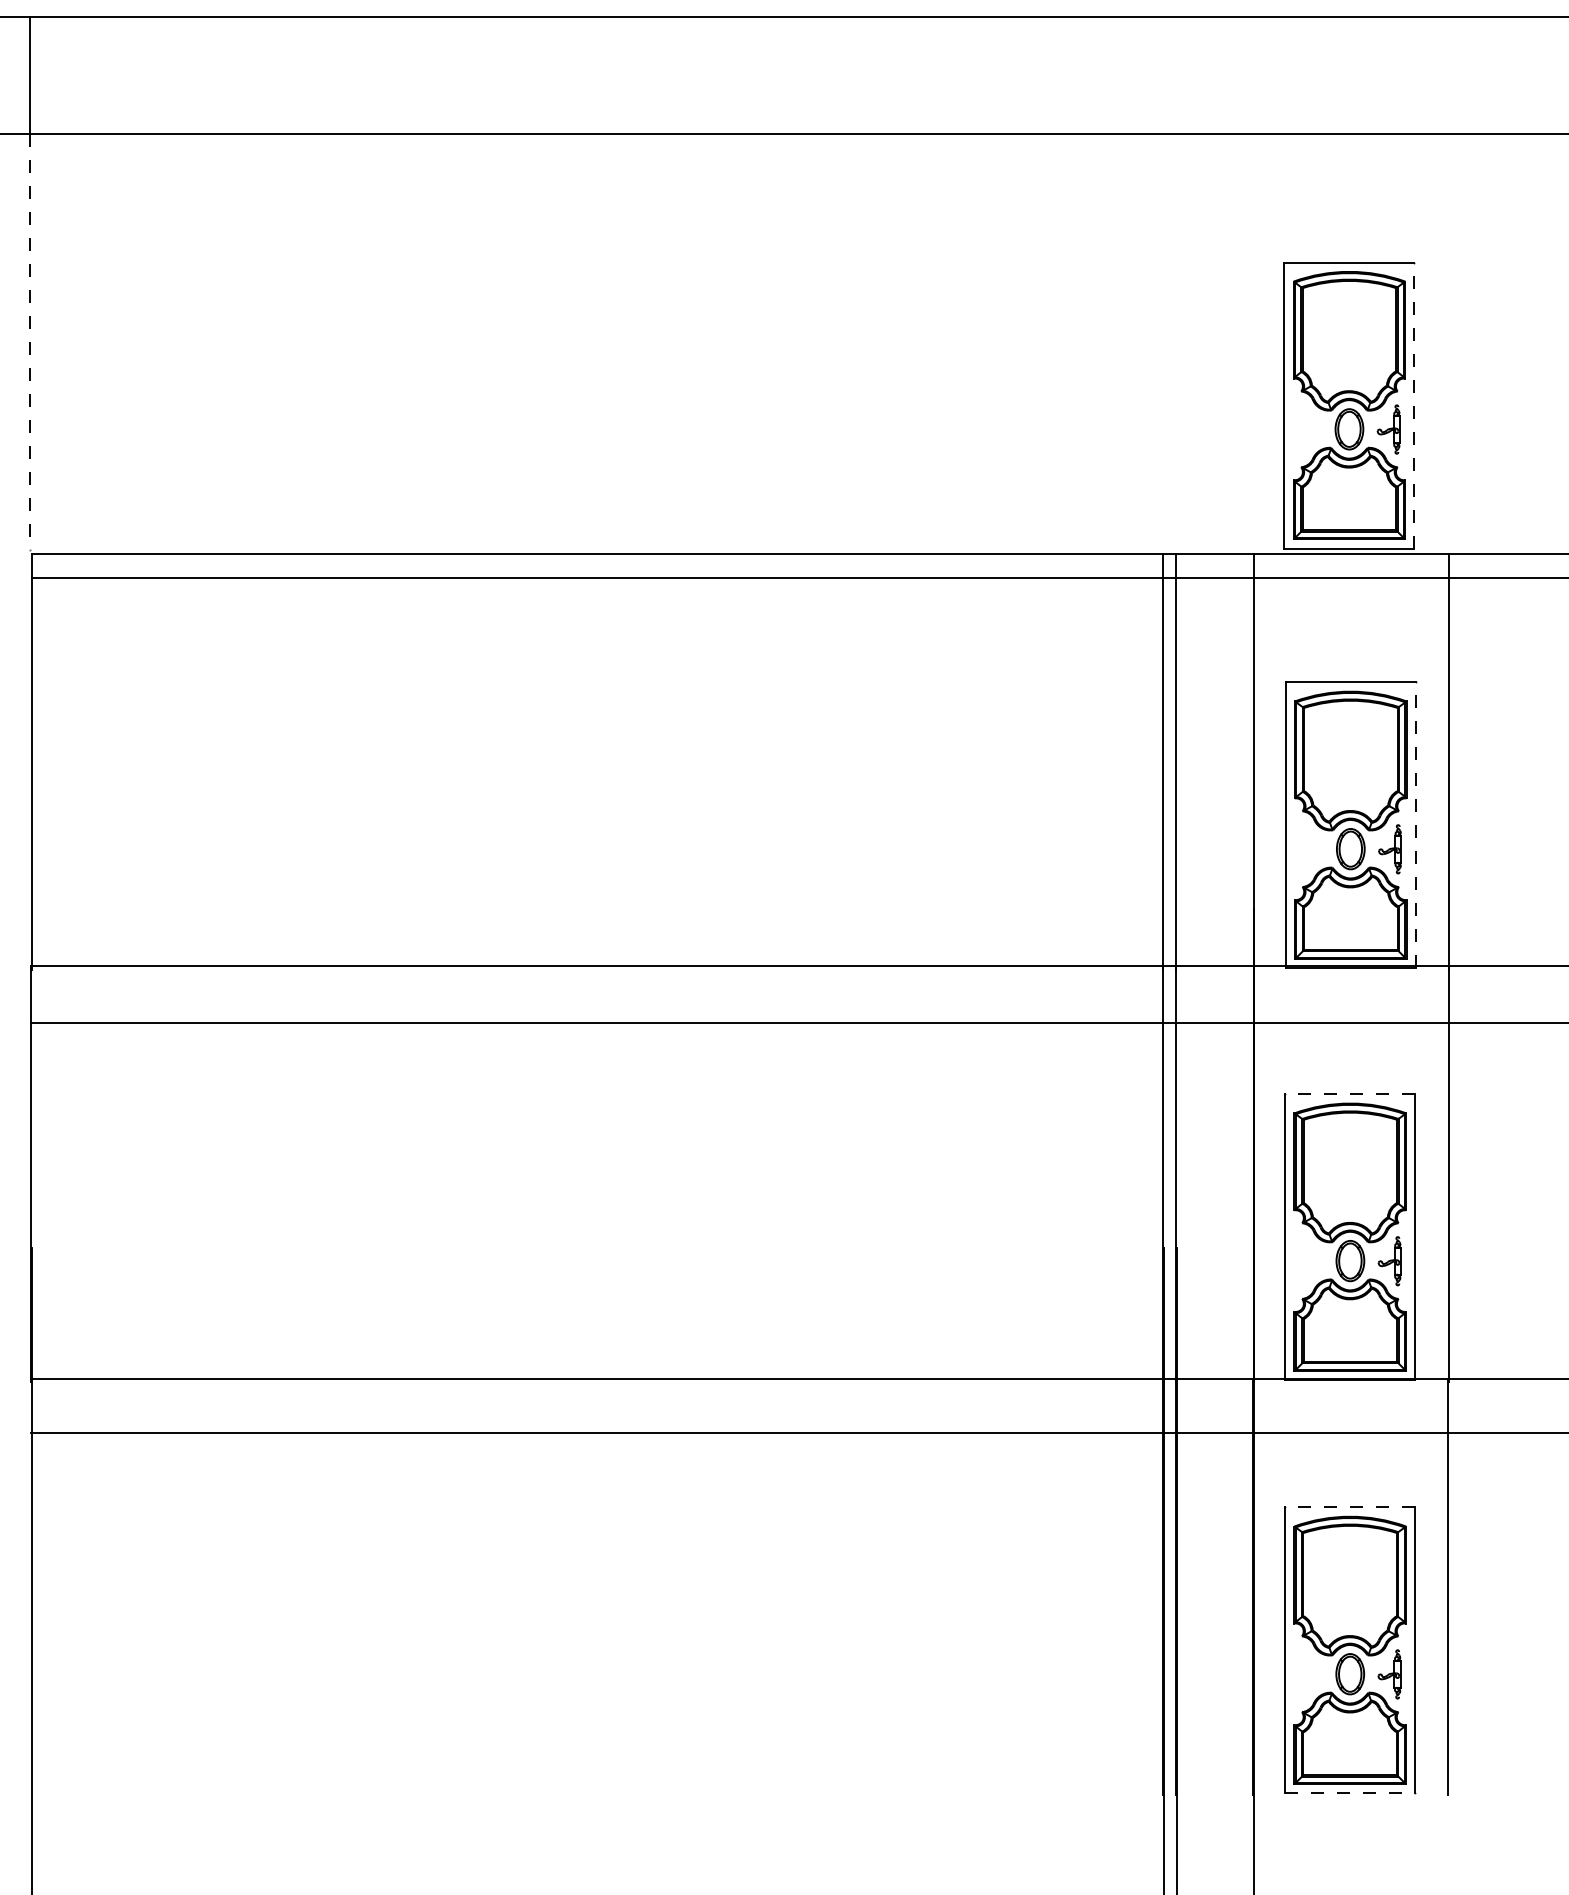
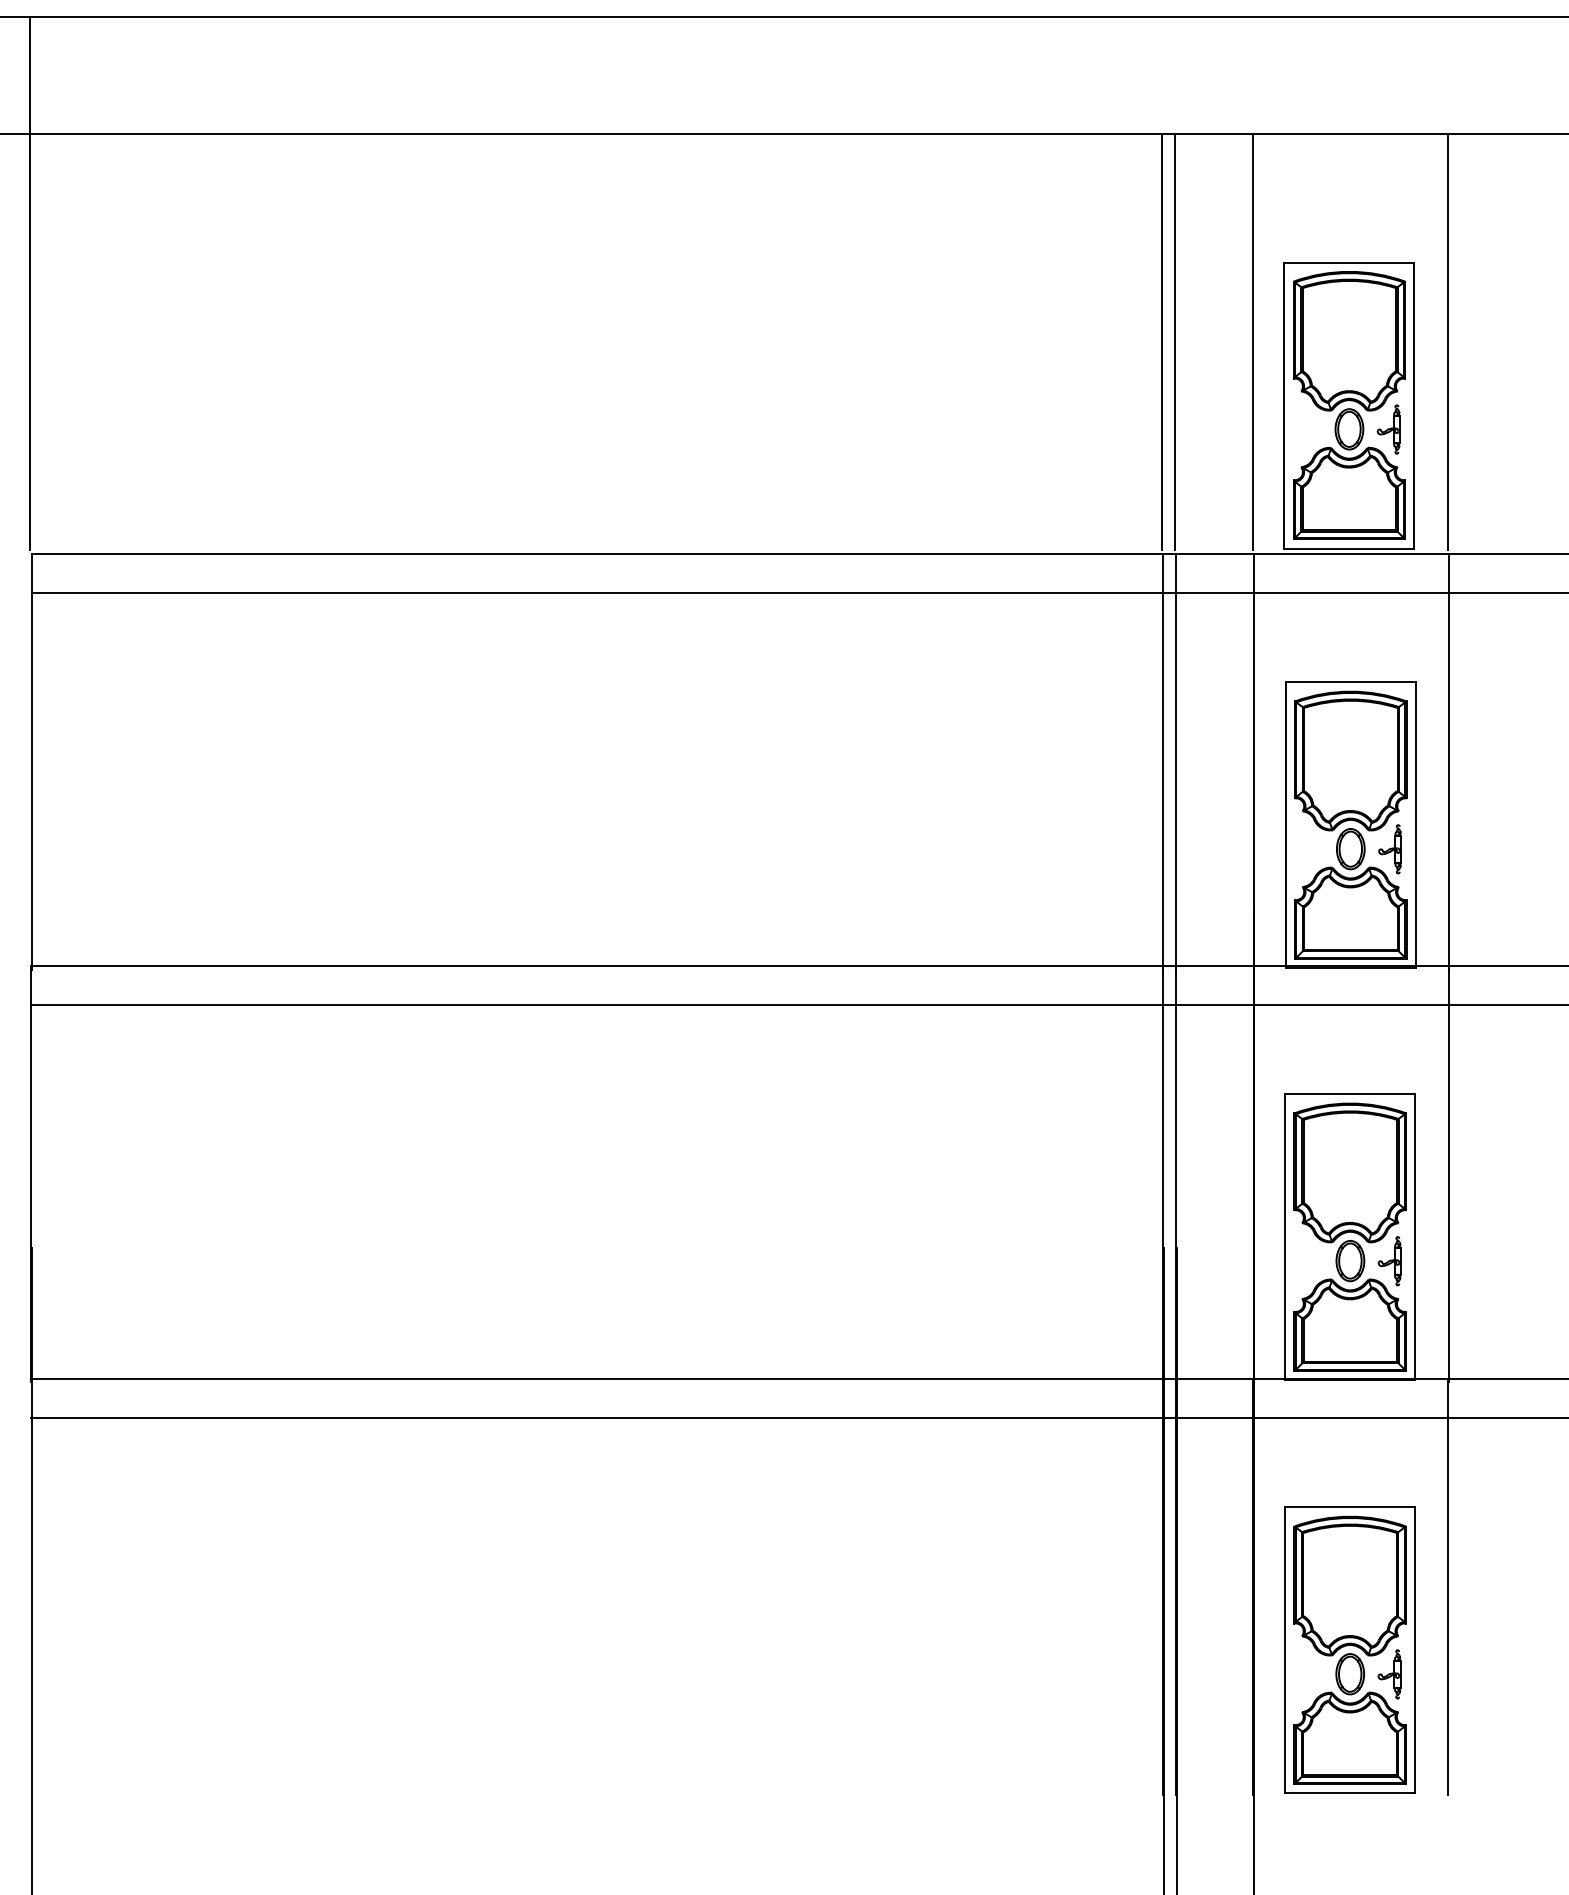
line at (1161, 341): none -> present
line at (1174, 341): none -> present
line at (1252, 341): none -> present
line at (1447, 341): none -> present
line at (30, 342): dashed -> solid
line at (1414, 405): dashed -> solid
line at (798, 577) position: (798, 577) -> (798, 592)
line at (1415, 824): dashed -> solid
line at (798, 1022) position: (798, 1022) -> (798, 1004)
line at (1349, 1094): dashed -> solid
line at (798, 1432) position: (798, 1432) -> (798, 1417)
line at (1349, 1507): dashed -> solid
line at (1350, 1793): dashed -> solid
